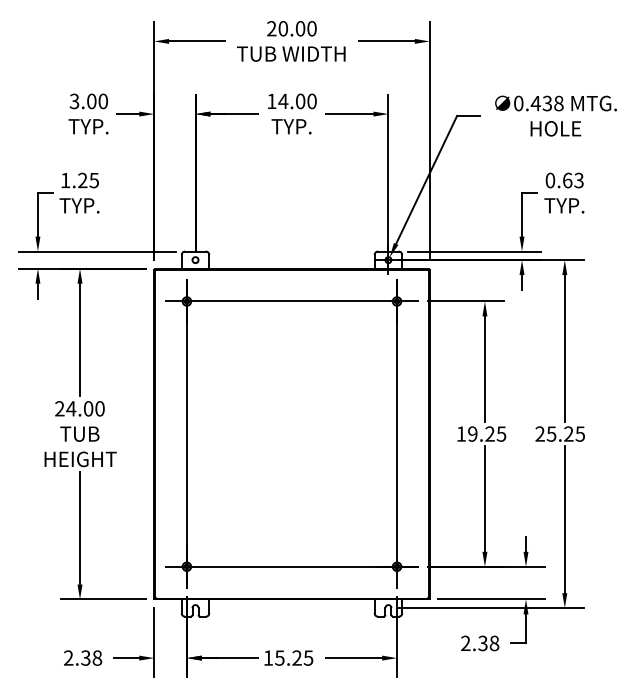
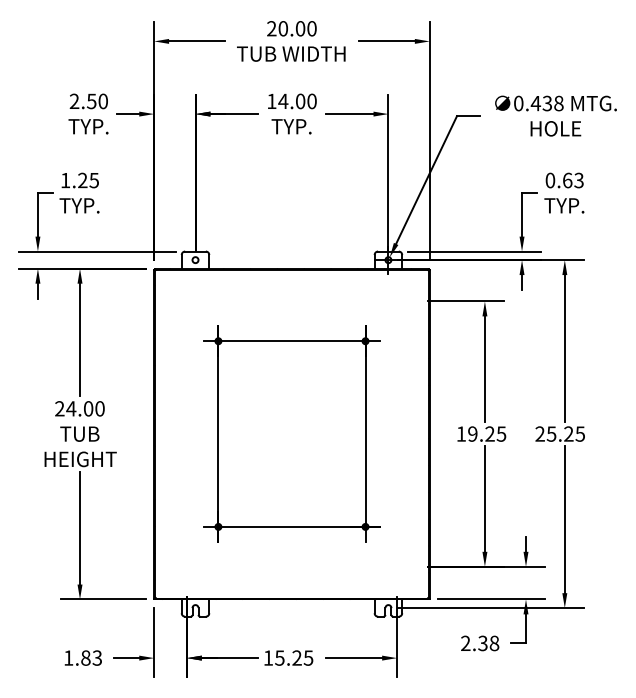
text at (82, 101): 3.00 -> 2.50
part at (291, 433) size: 254x310 px -> 178x218 px
text at (83, 657): 2.38 -> 1.83
